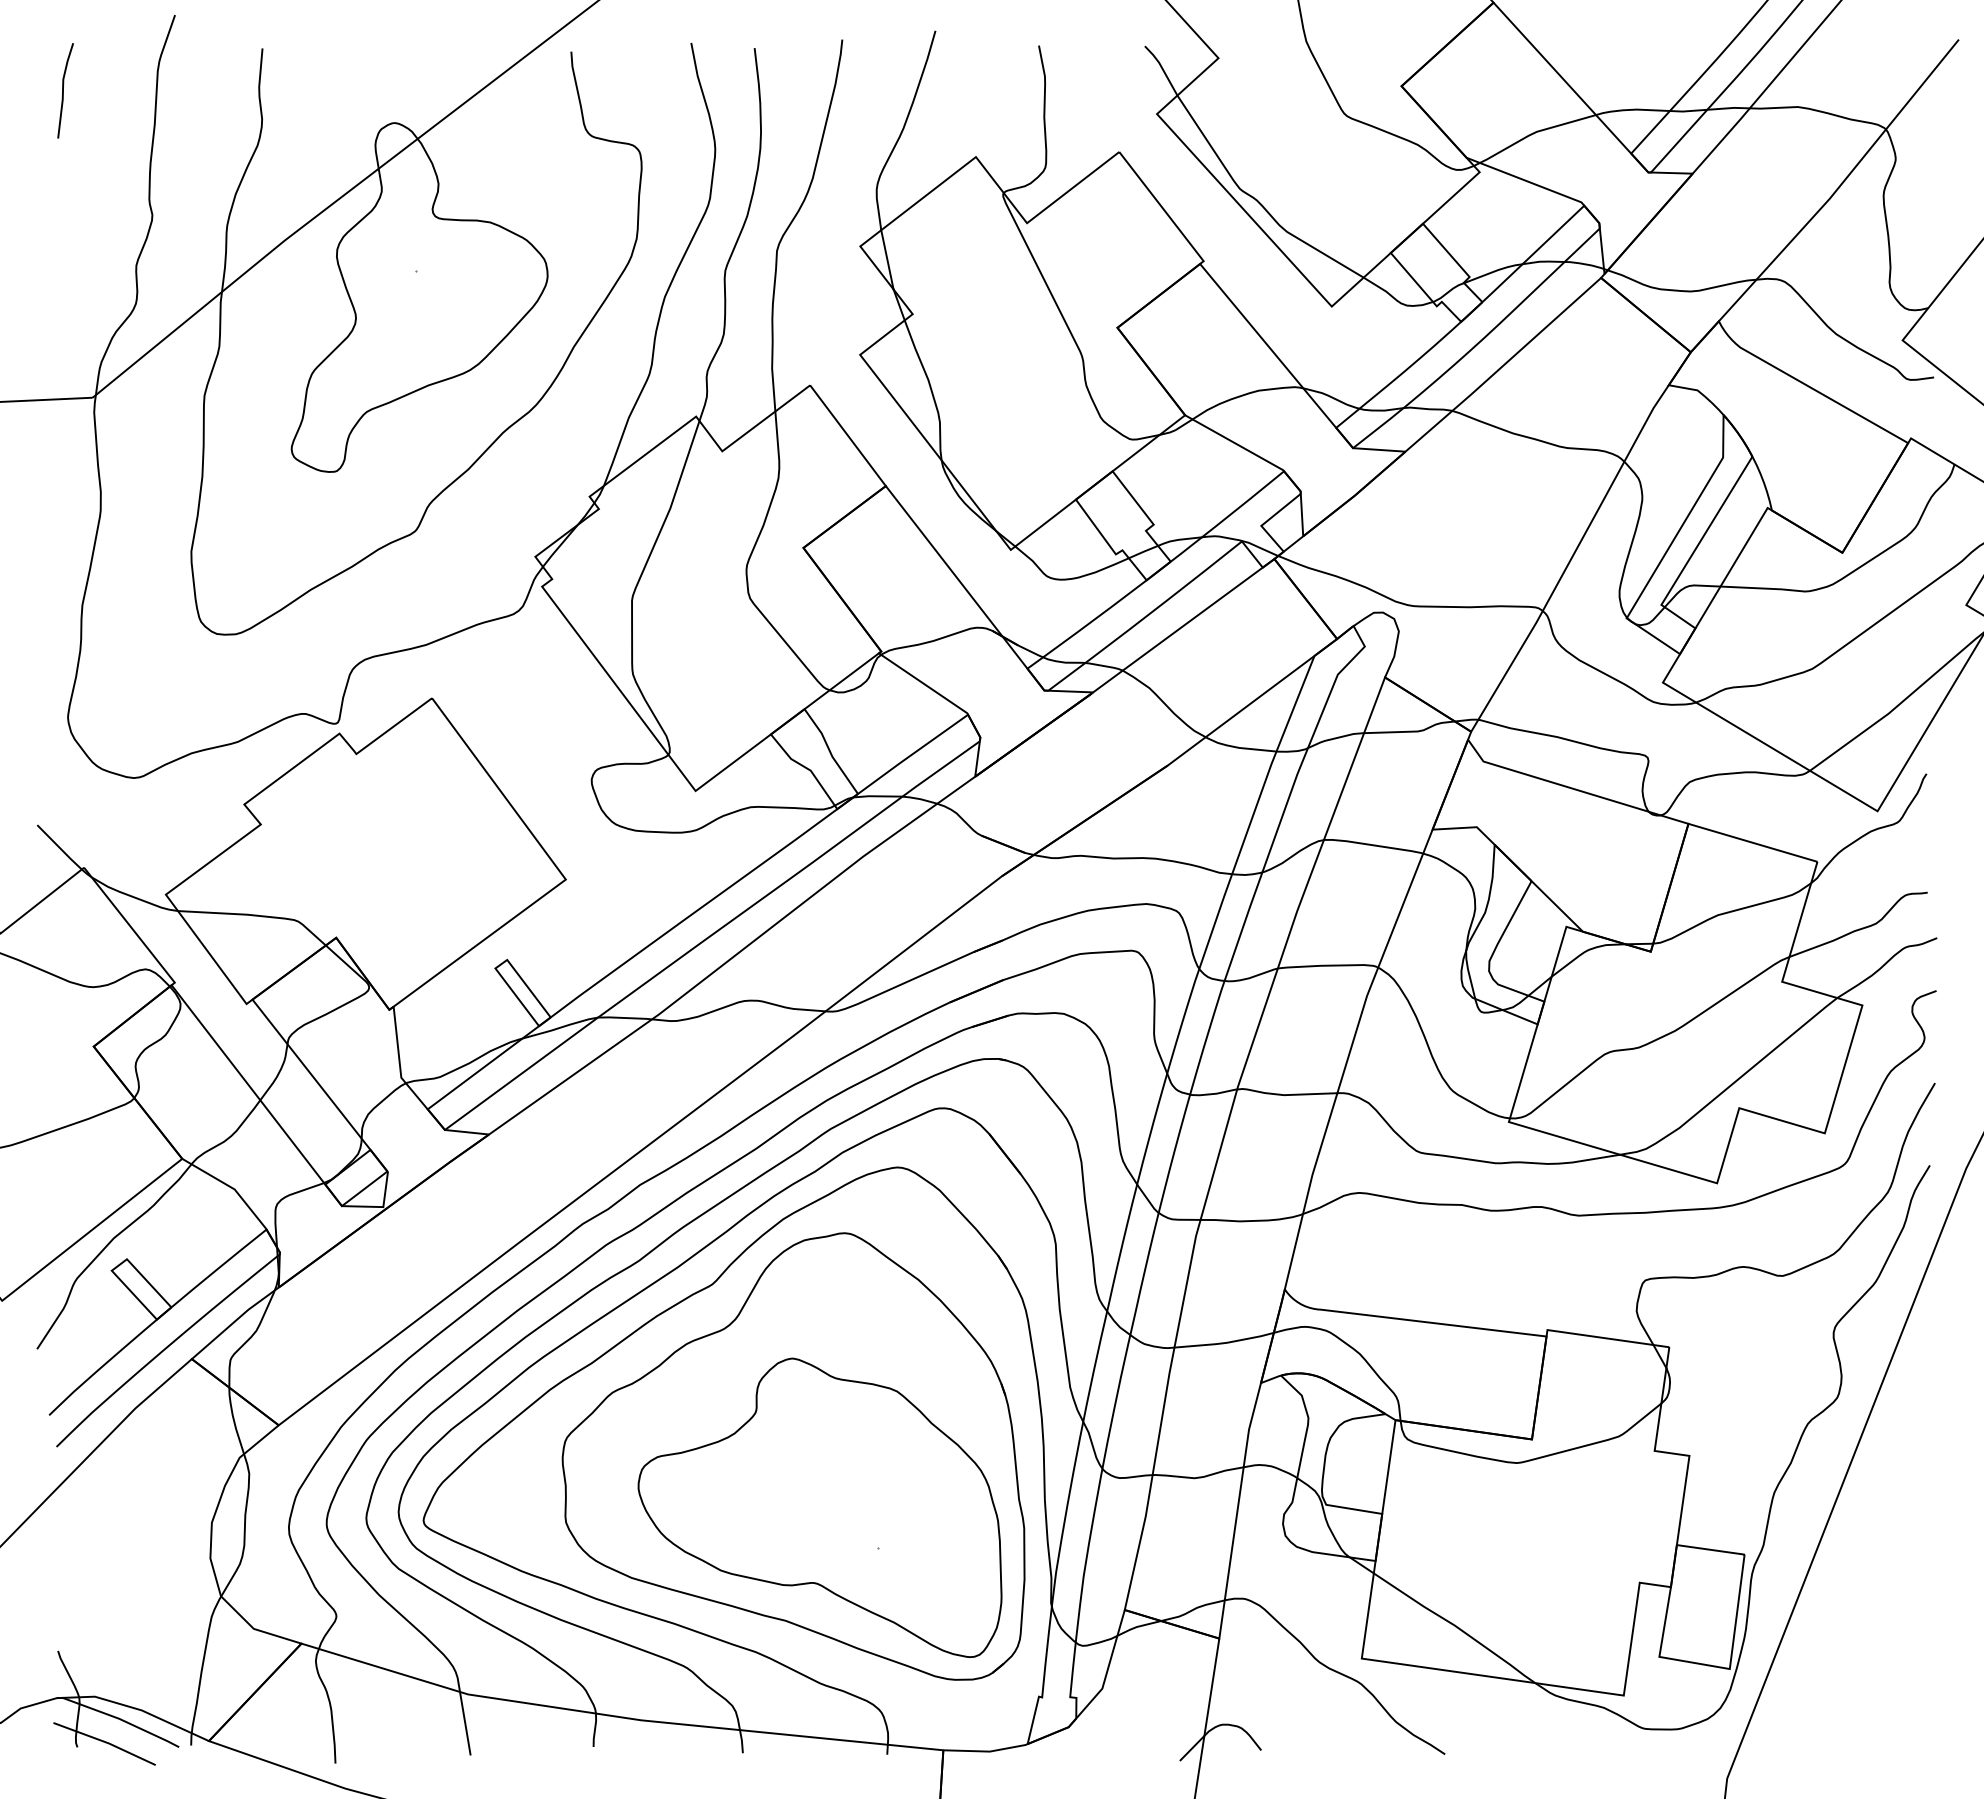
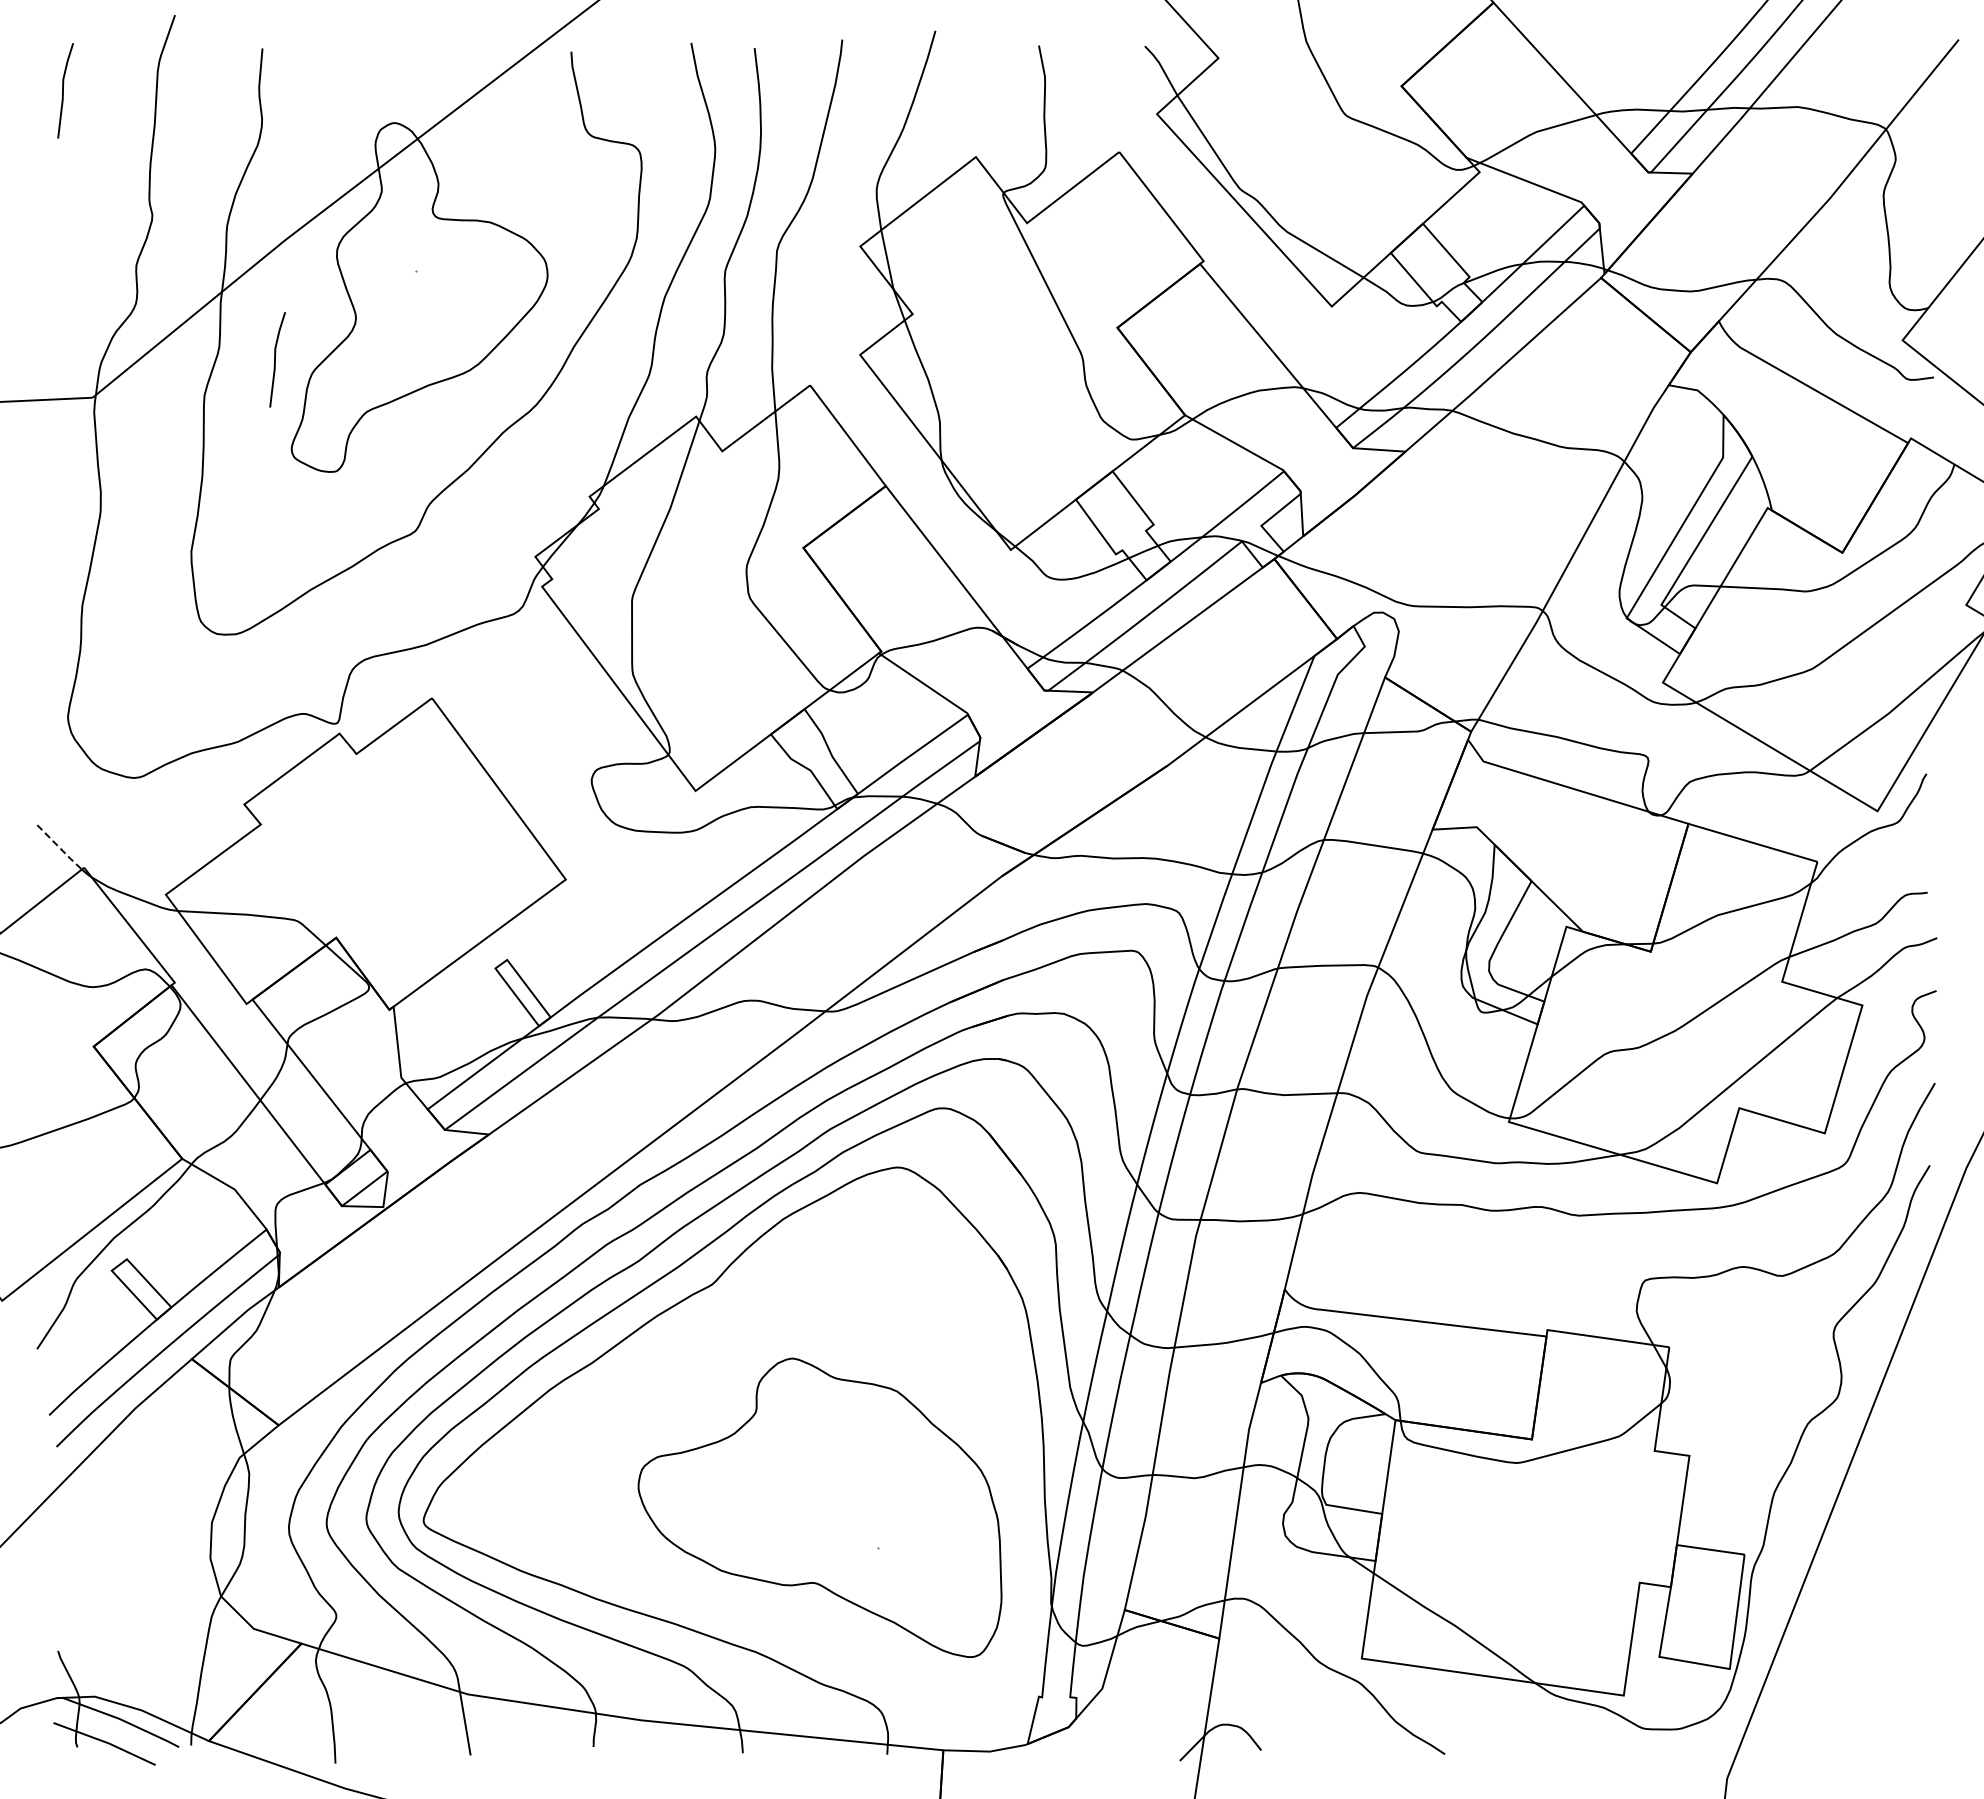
line at (275, 359): none -> present
line at (60, 848): solid -> dashed
part at (793, 1456): present -> none
